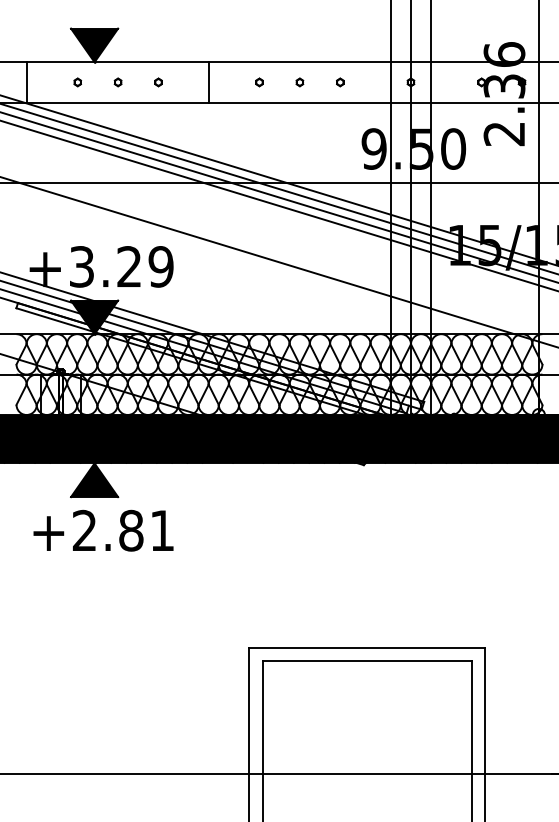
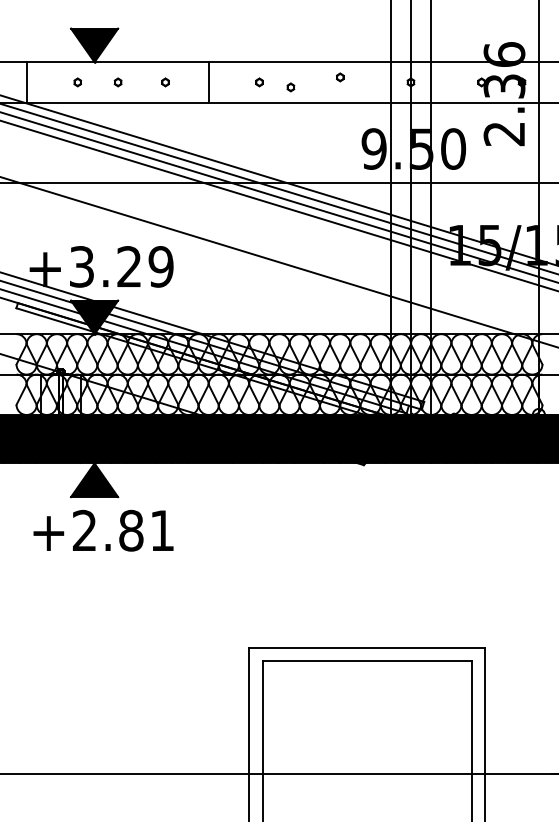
part at (158, 82) position: (158, 82) -> (165, 82)
part at (299, 82) position: (299, 82) -> (290, 87)
part at (340, 82) position: (340, 82) -> (340, 77)
